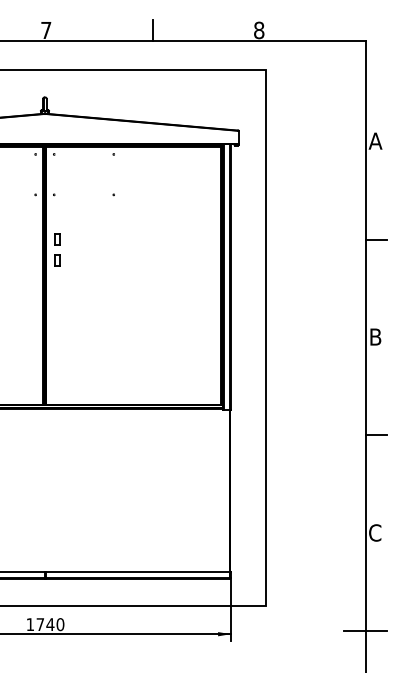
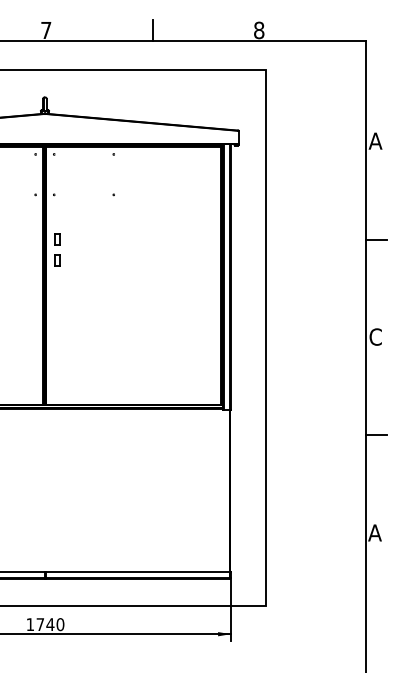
text at (375, 336): B -> C
text at (374, 532): C -> A
line at (365, 631): present -> none
